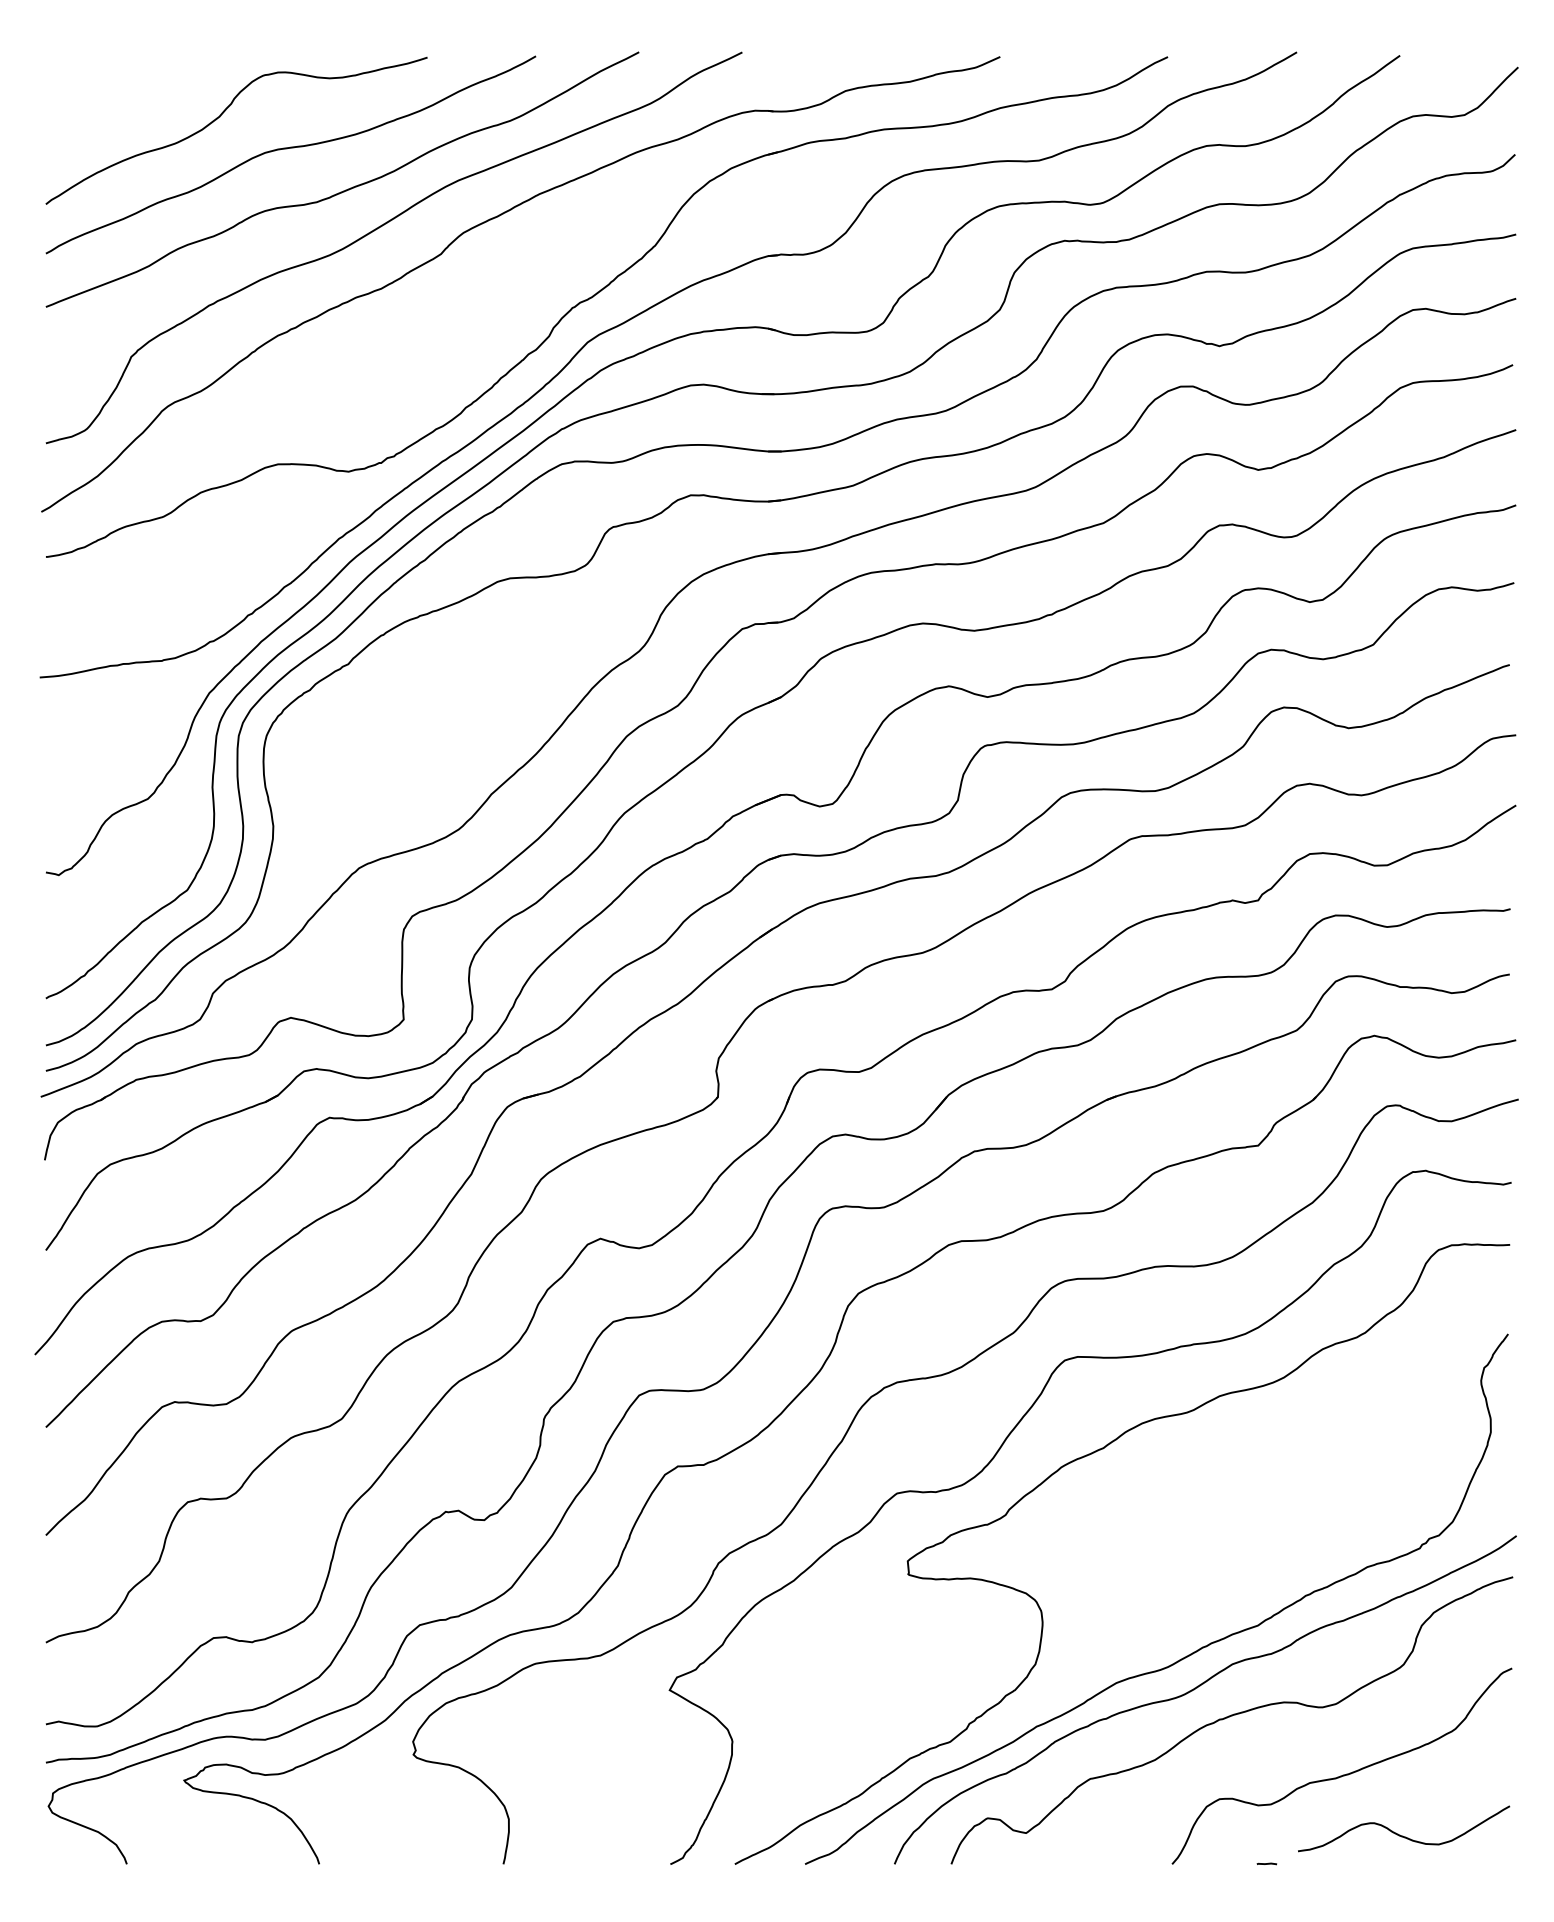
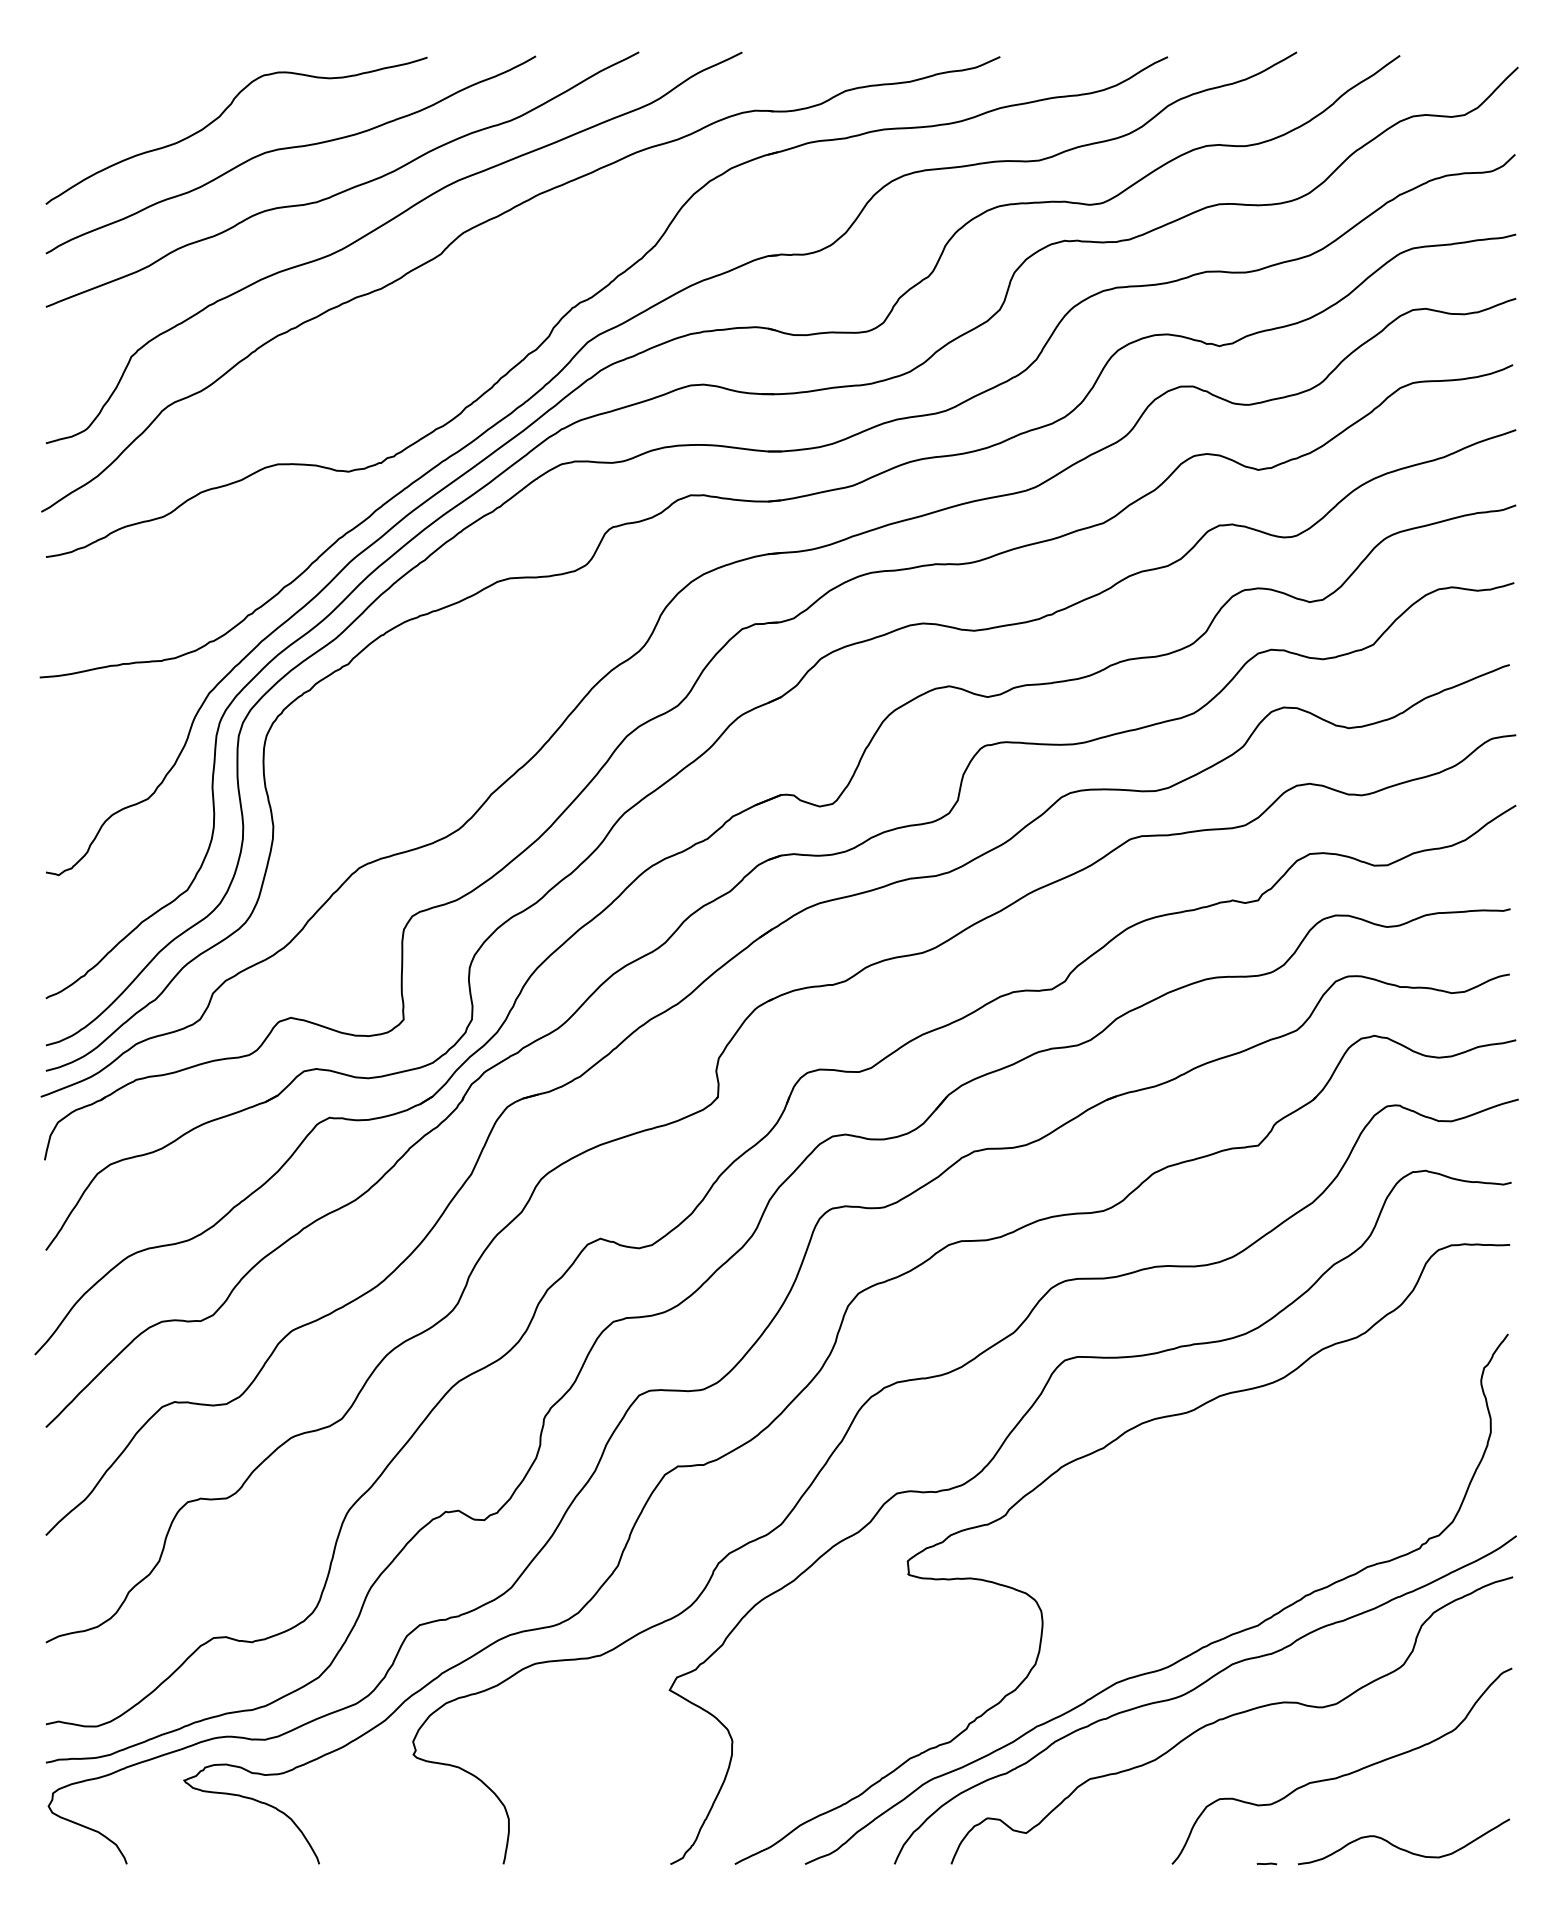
curve at (1400, 1834) position: (1400, 1834) -> (1400, 1847)
